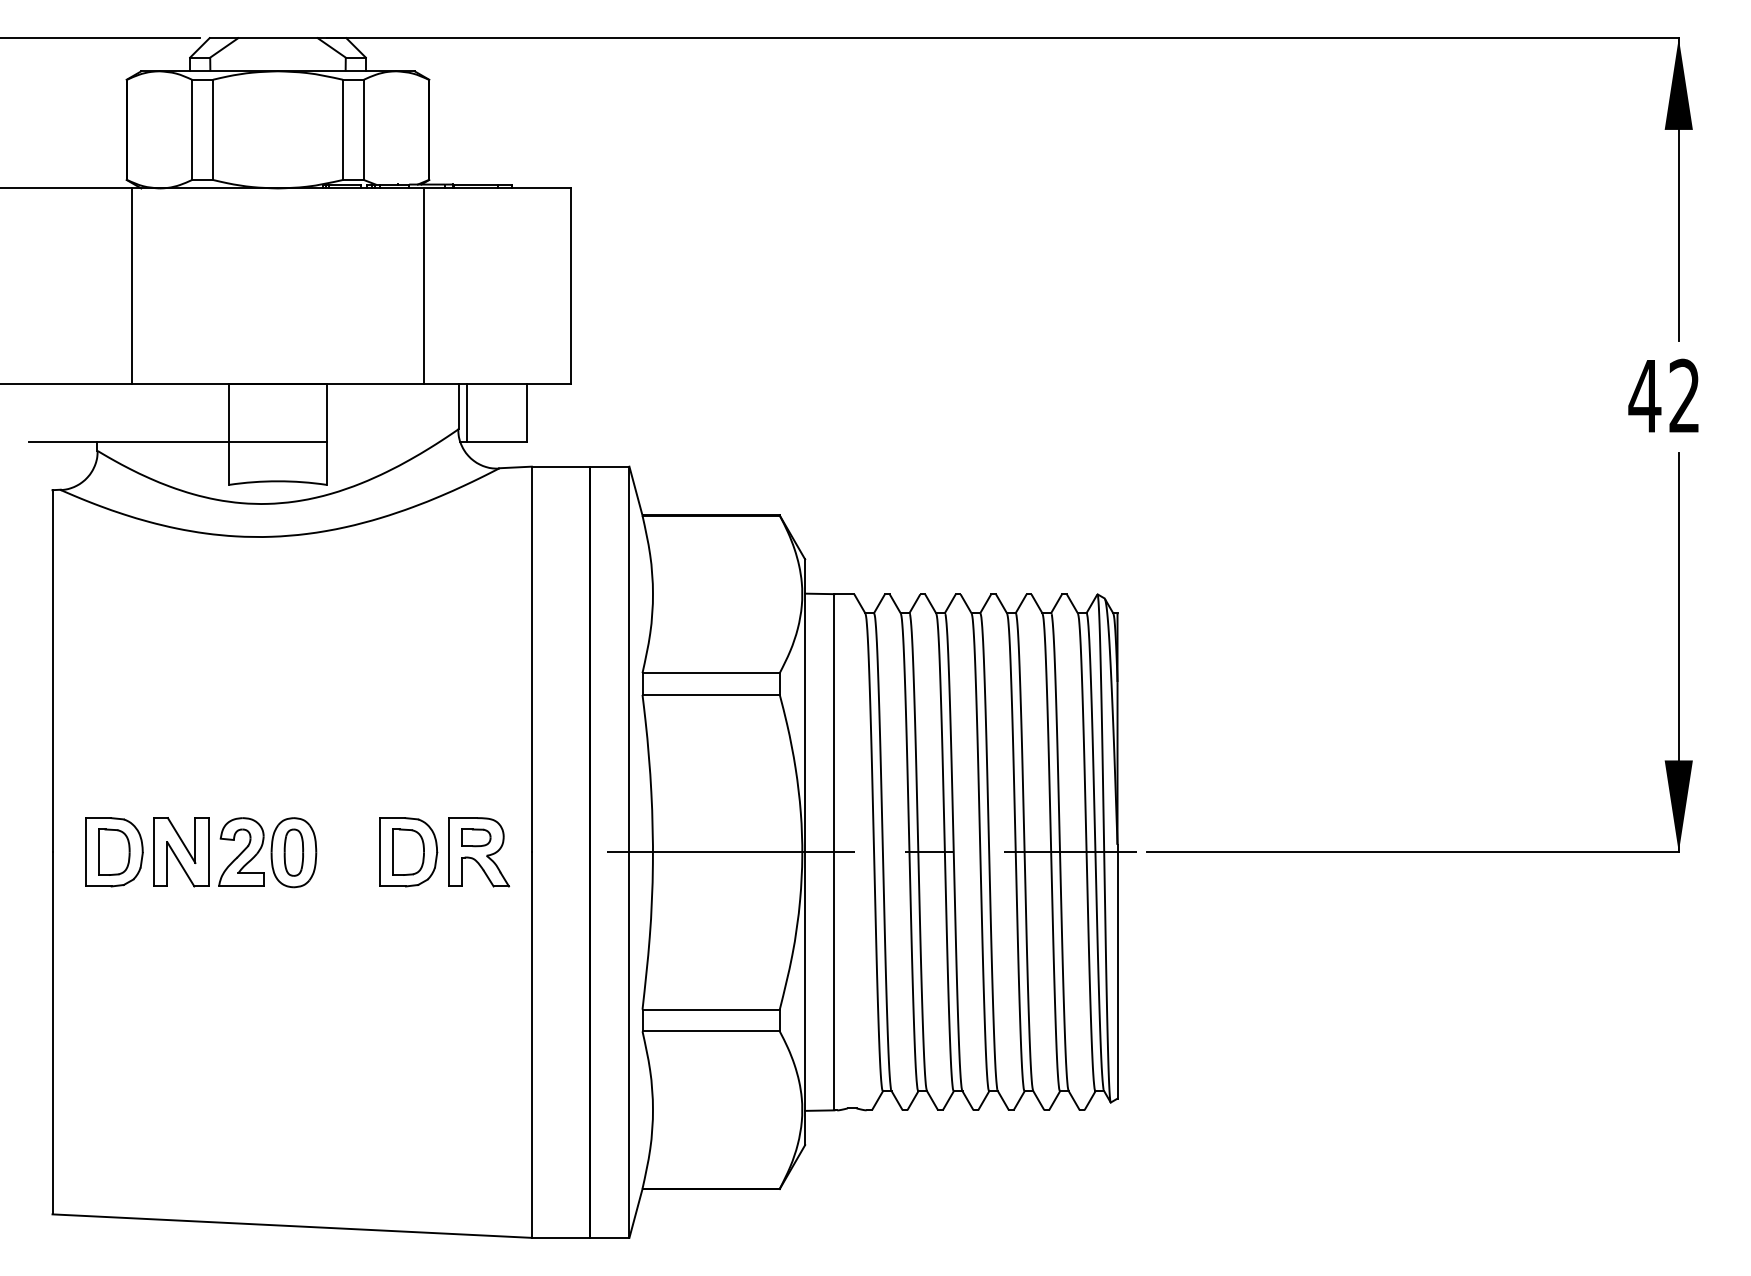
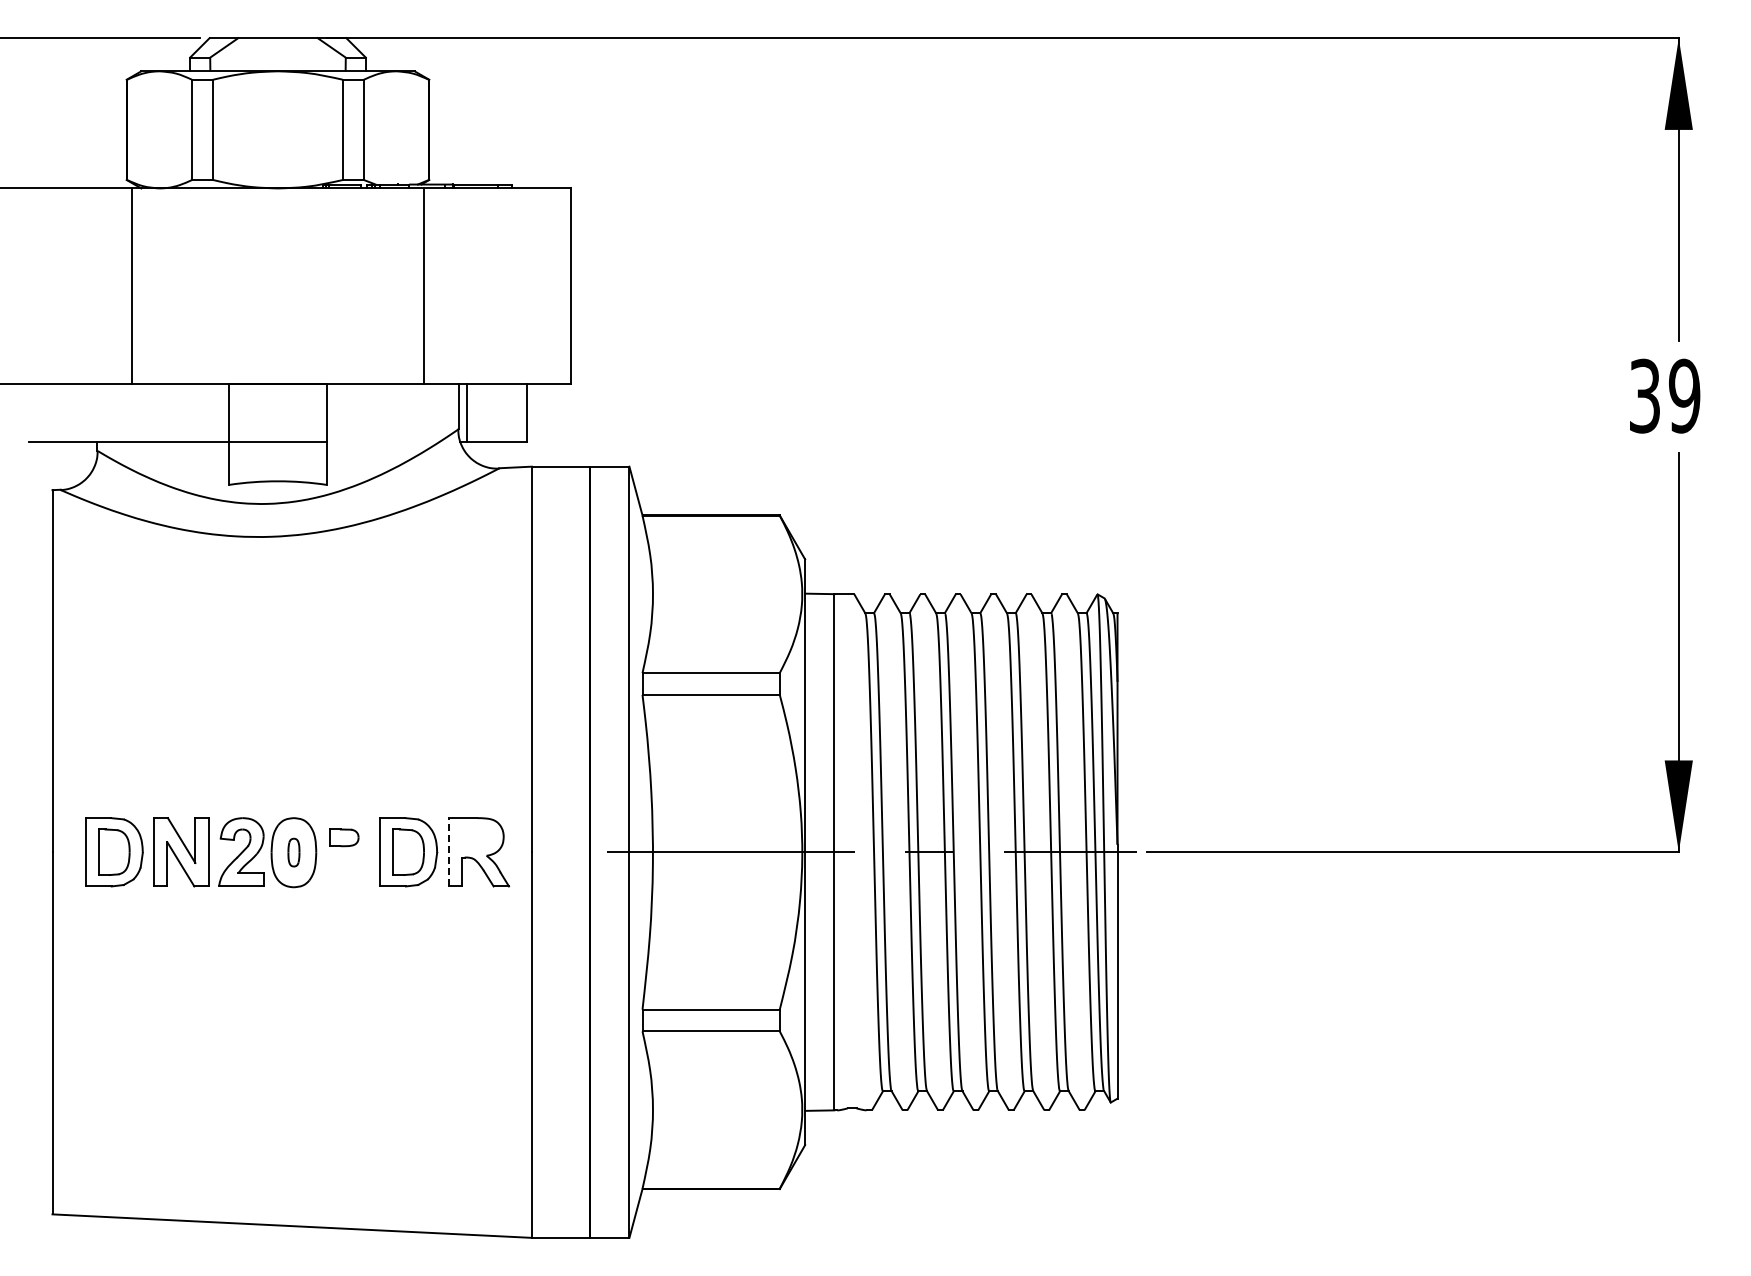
text at (1664, 395): 42 -> 39
part at (476, 837) position: (476, 837) -> (344, 837)
line at (448, 851): solid -> dashed
part at (293, 852) size: 22x49 px -> 14x31 px
